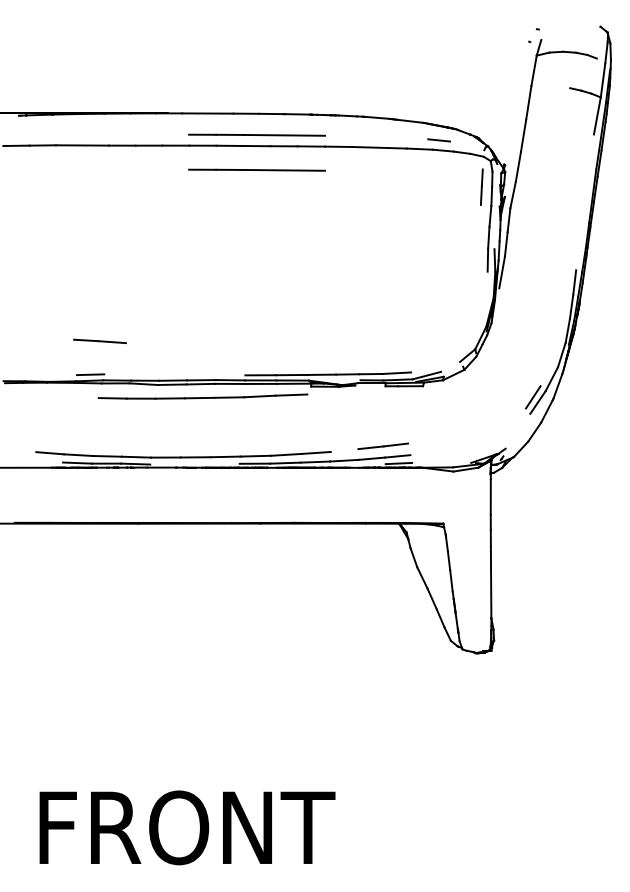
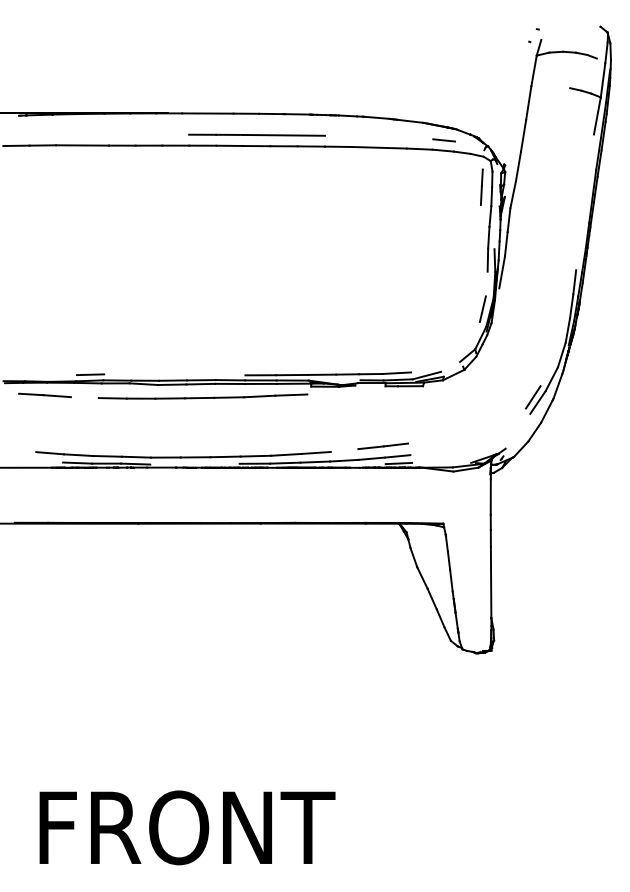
line at (438, 140) position: (438, 140) -> (443, 140)
line at (256, 169): present -> none
line at (482, 308): none -> present
line at (99, 340) position: (99, 340) -> (44, 394)
